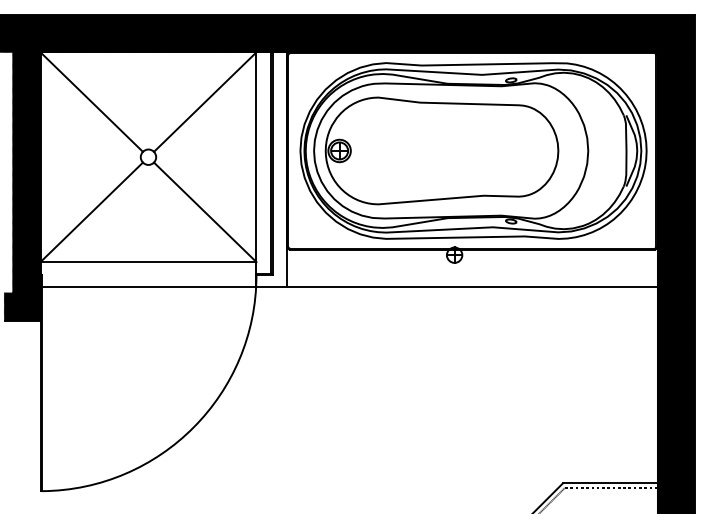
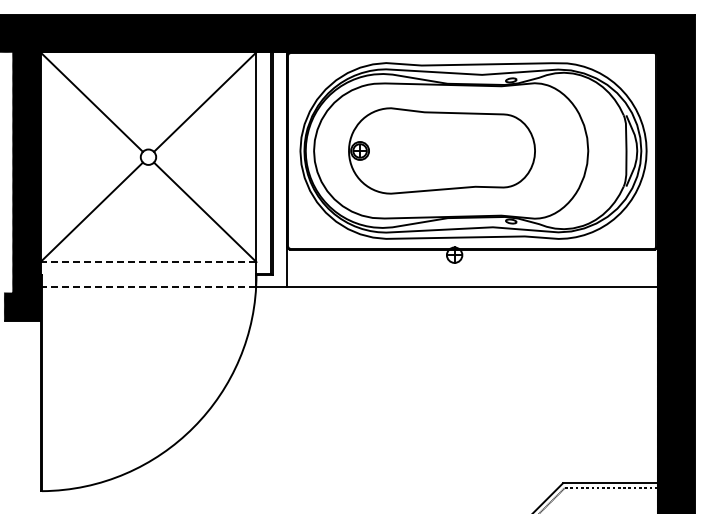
part at (441, 150) size: 236x110 px -> 188x88 px
line at (148, 262): solid -> dashed
line at (148, 286): solid -> dashed
